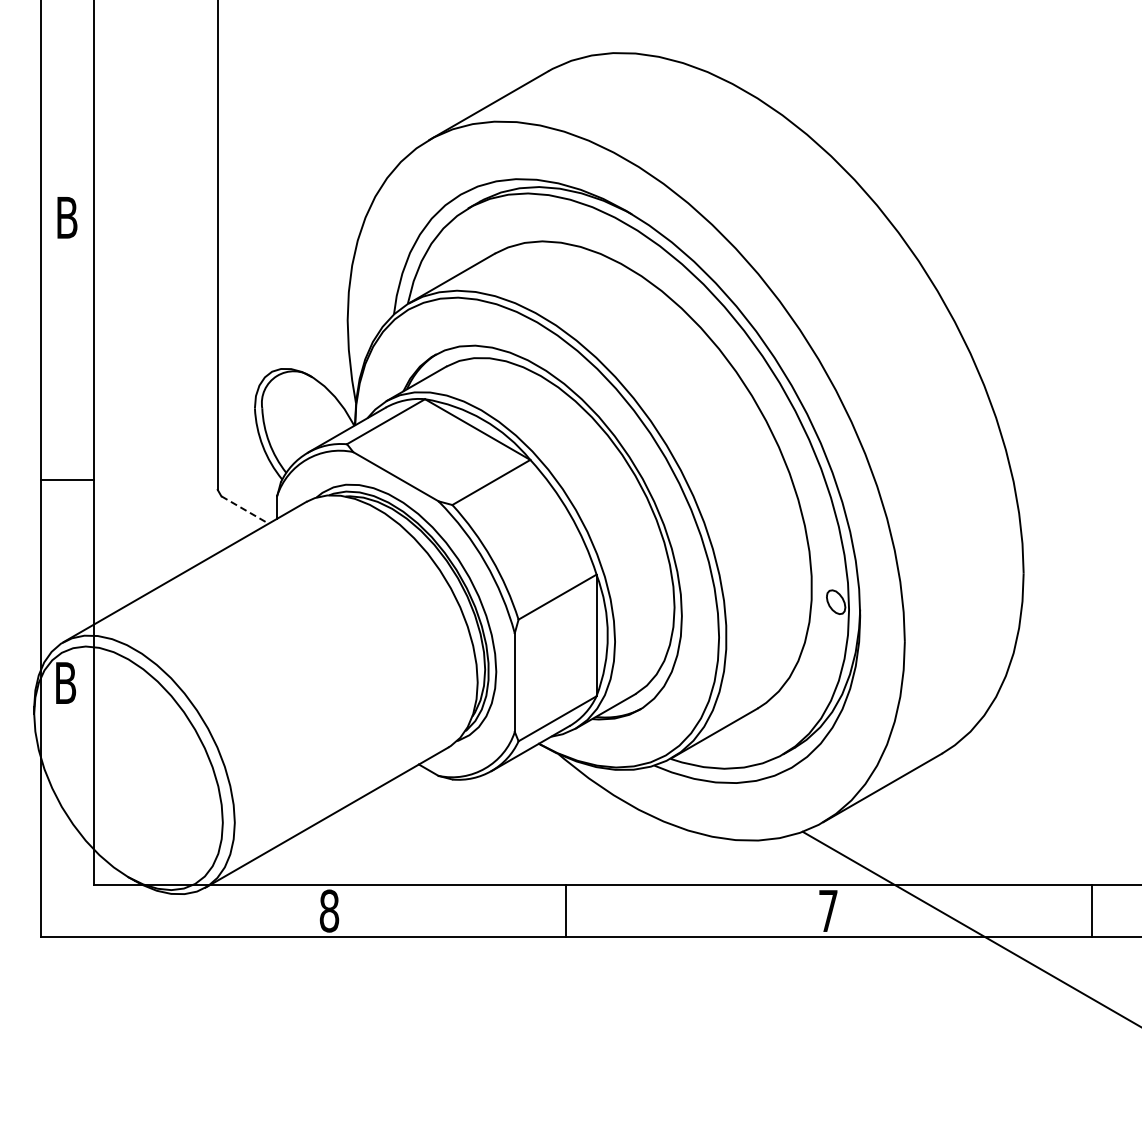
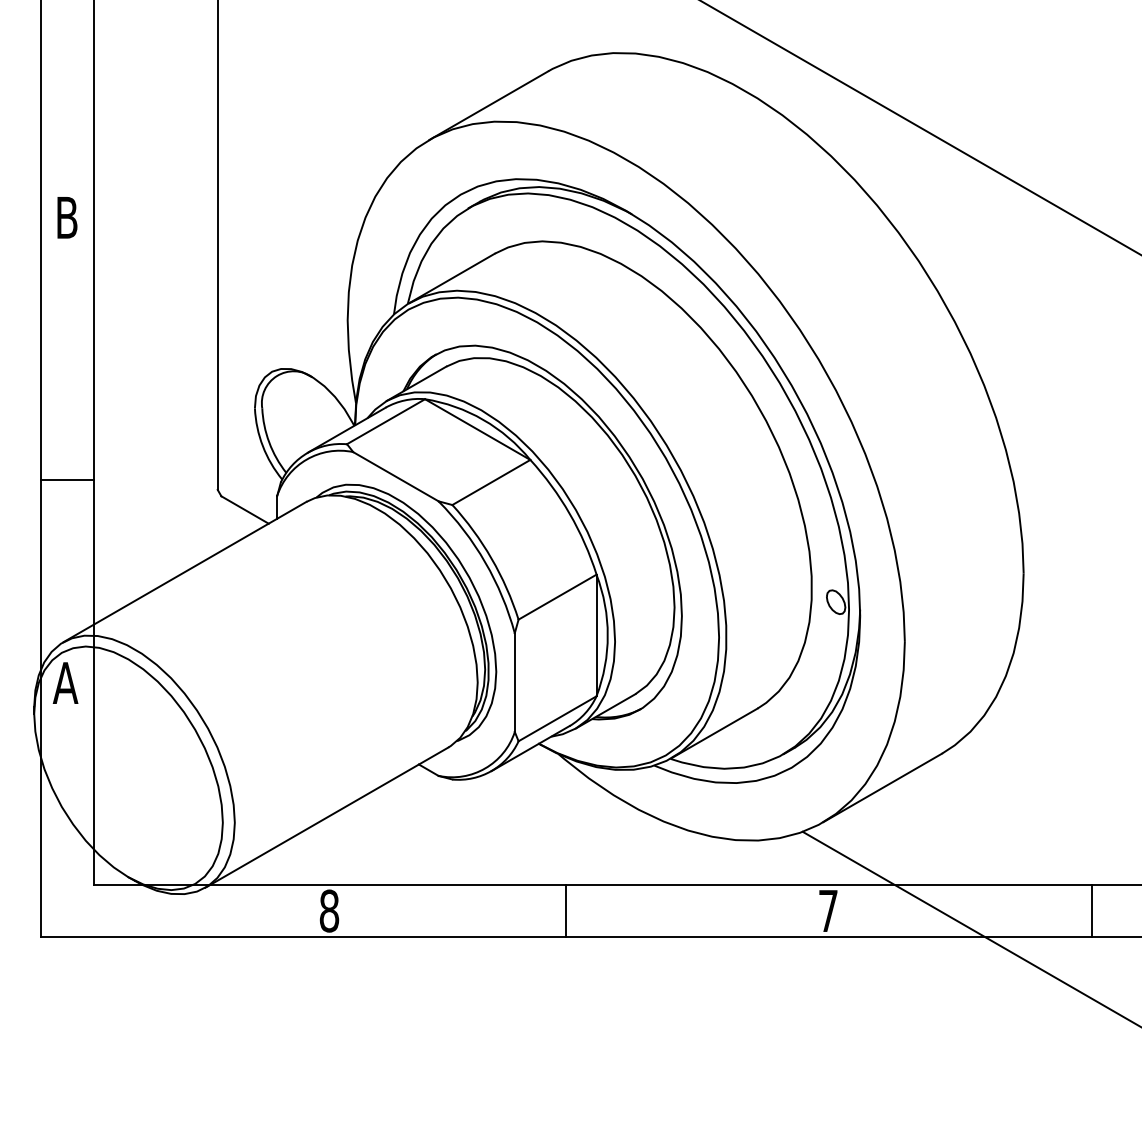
line at (920, 127): none -> present
line at (245, 510): dashed -> solid
text at (65, 682): B -> A
